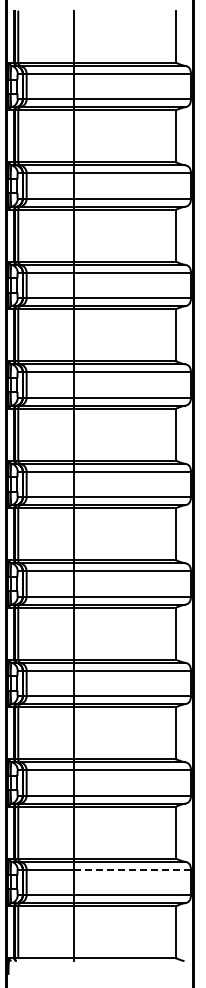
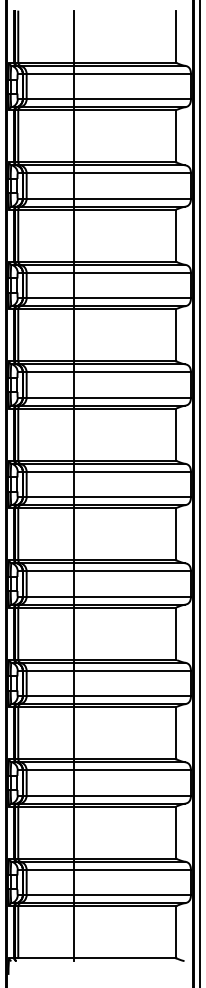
line at (199, 493): none -> present
line at (133, 869): dashed -> solid
